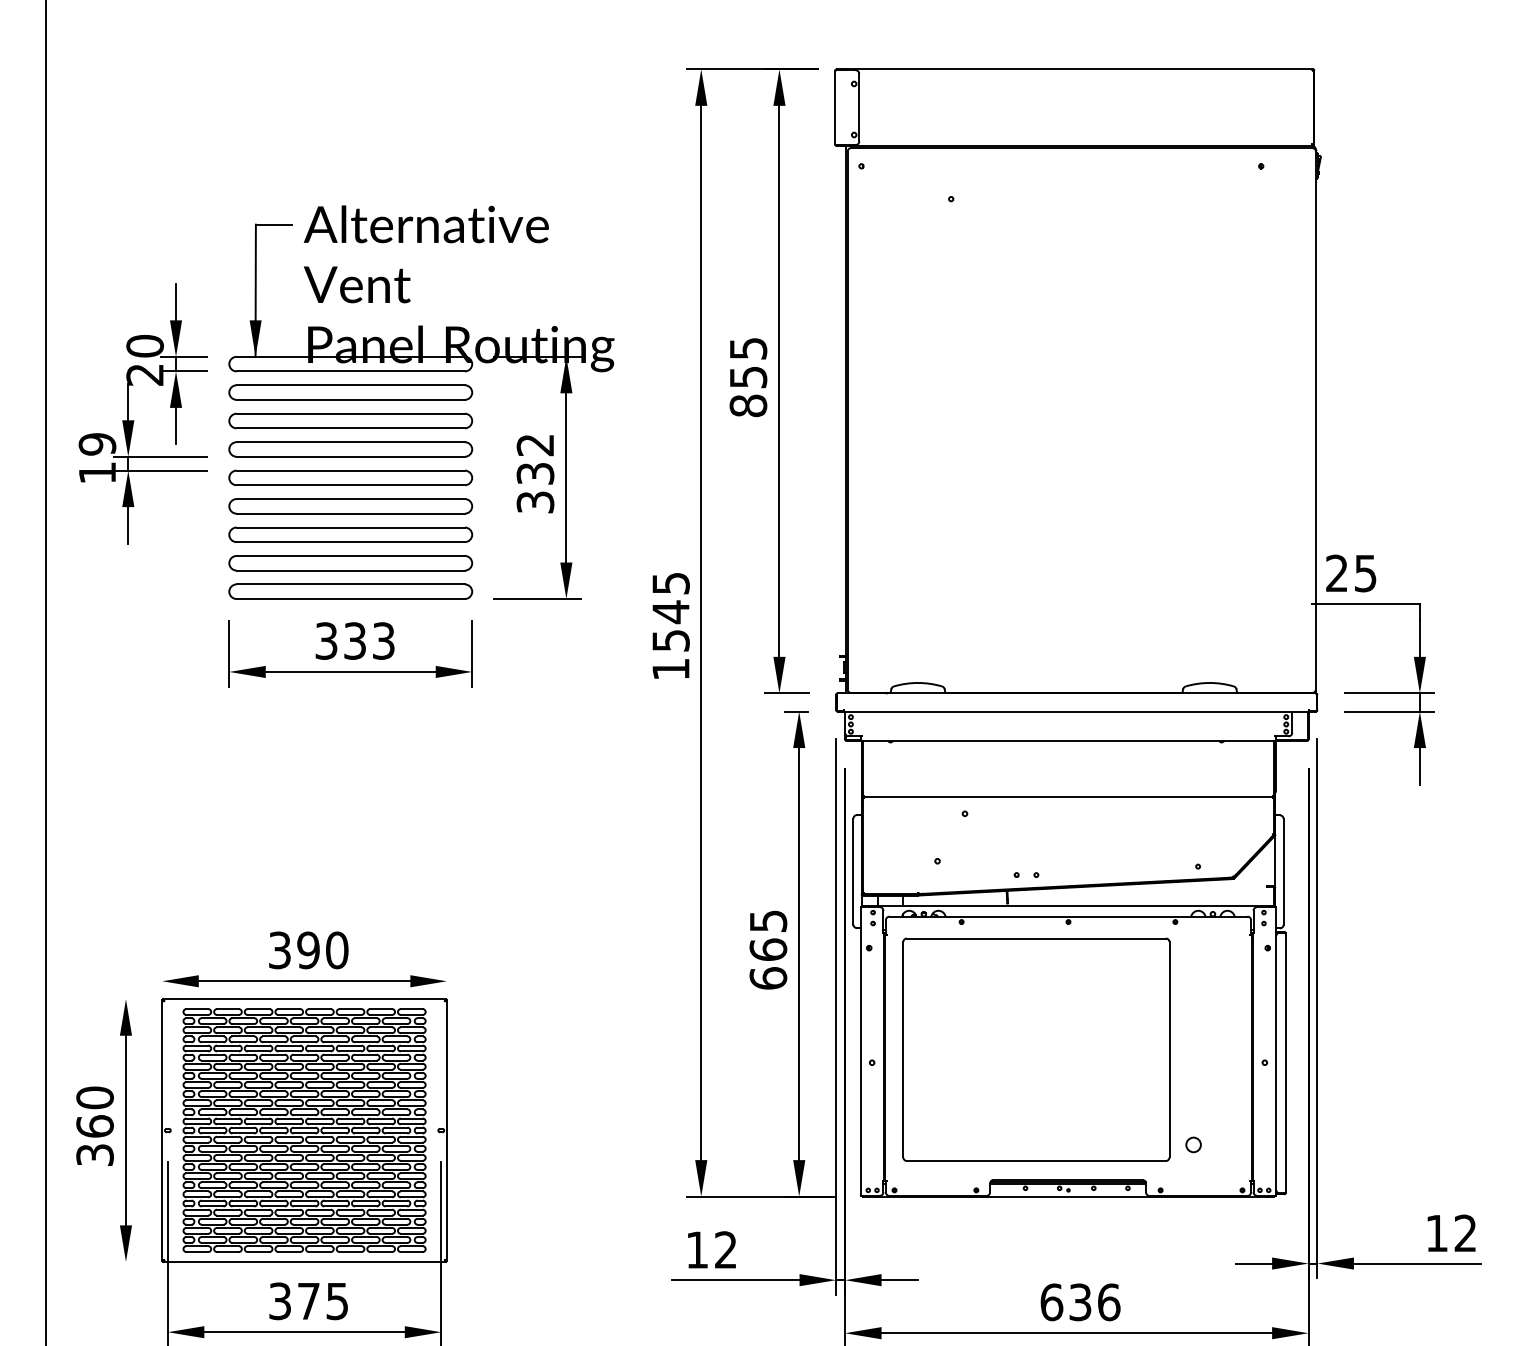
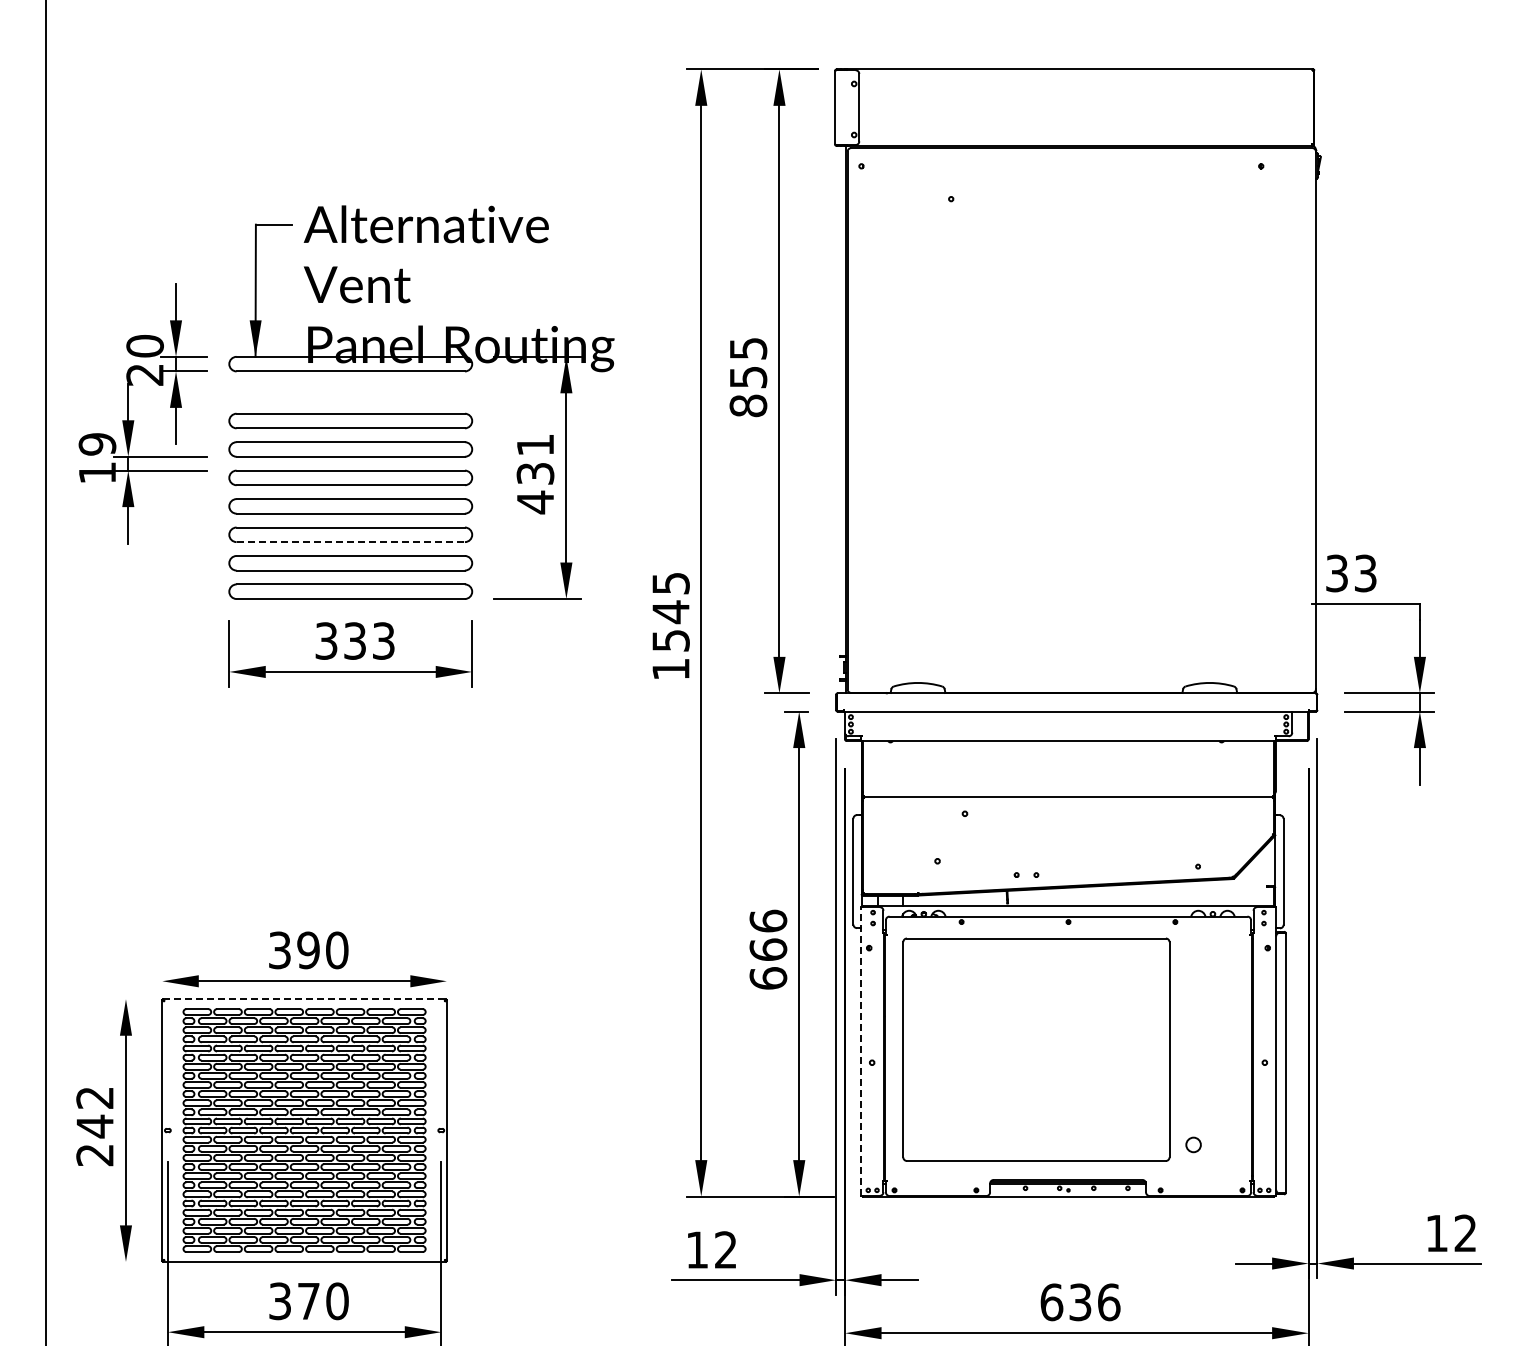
part at (350, 392): present -> none
text at (535, 474): 332 -> 431
line at (351, 542): solid -> dashed
text at (1351, 573): 25 -> 33
text at (768, 920): 665 -> 666
line at (305, 999): solid -> dashed
line at (860, 1051): solid -> dashed
text at (94, 1126): 360 -> 242
text at (337, 1301): 375 -> 370
